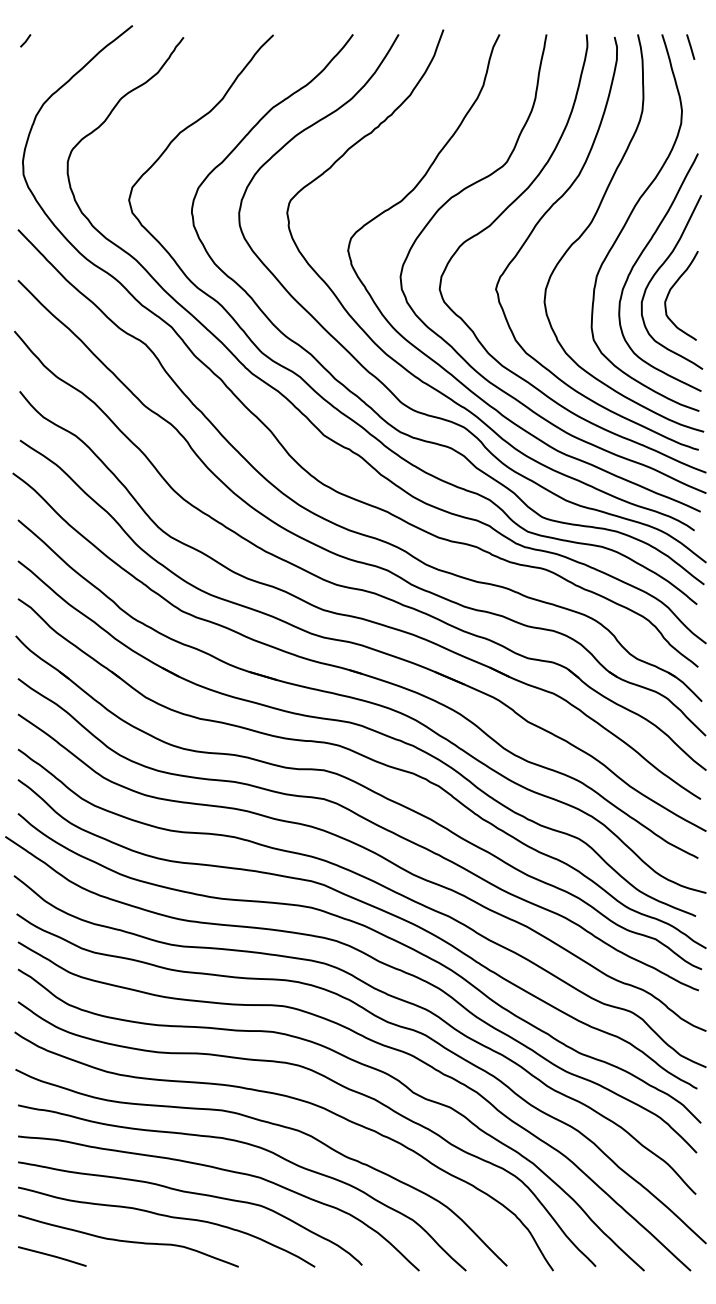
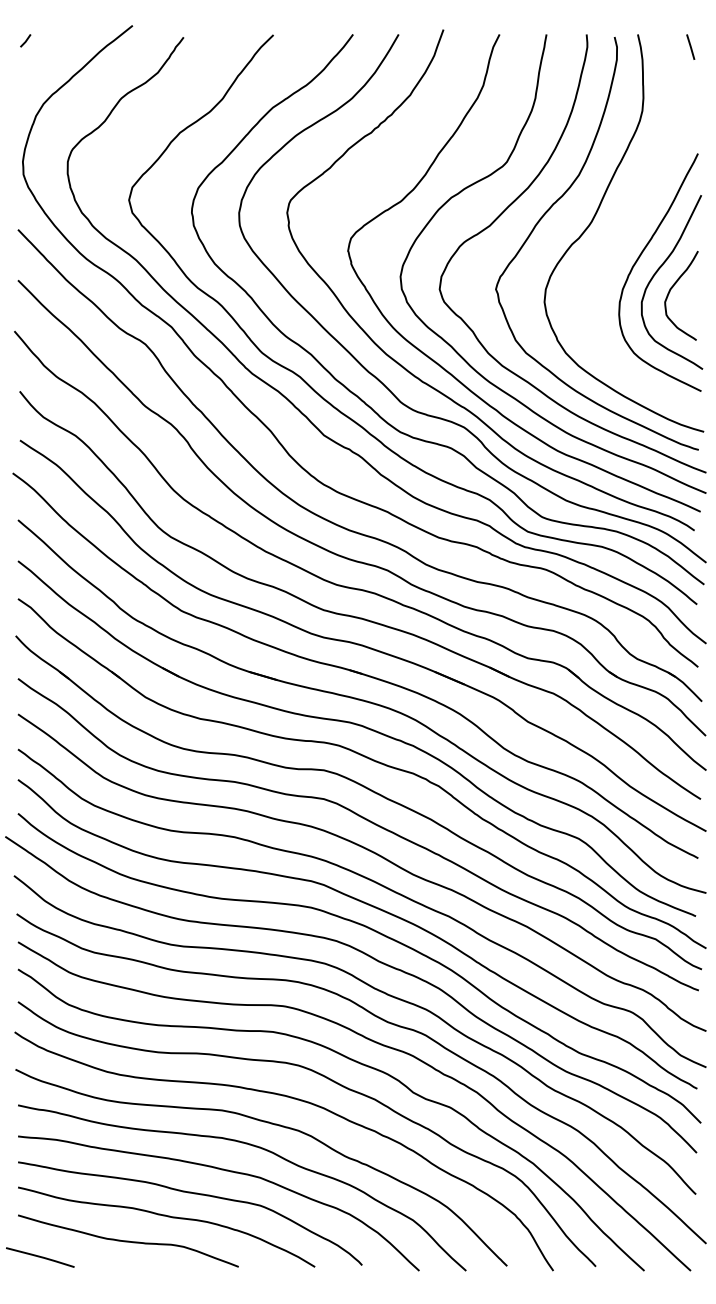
curve at (632, 213): present -> none
line at (52, 1256) position: (52, 1256) -> (40, 1257)
